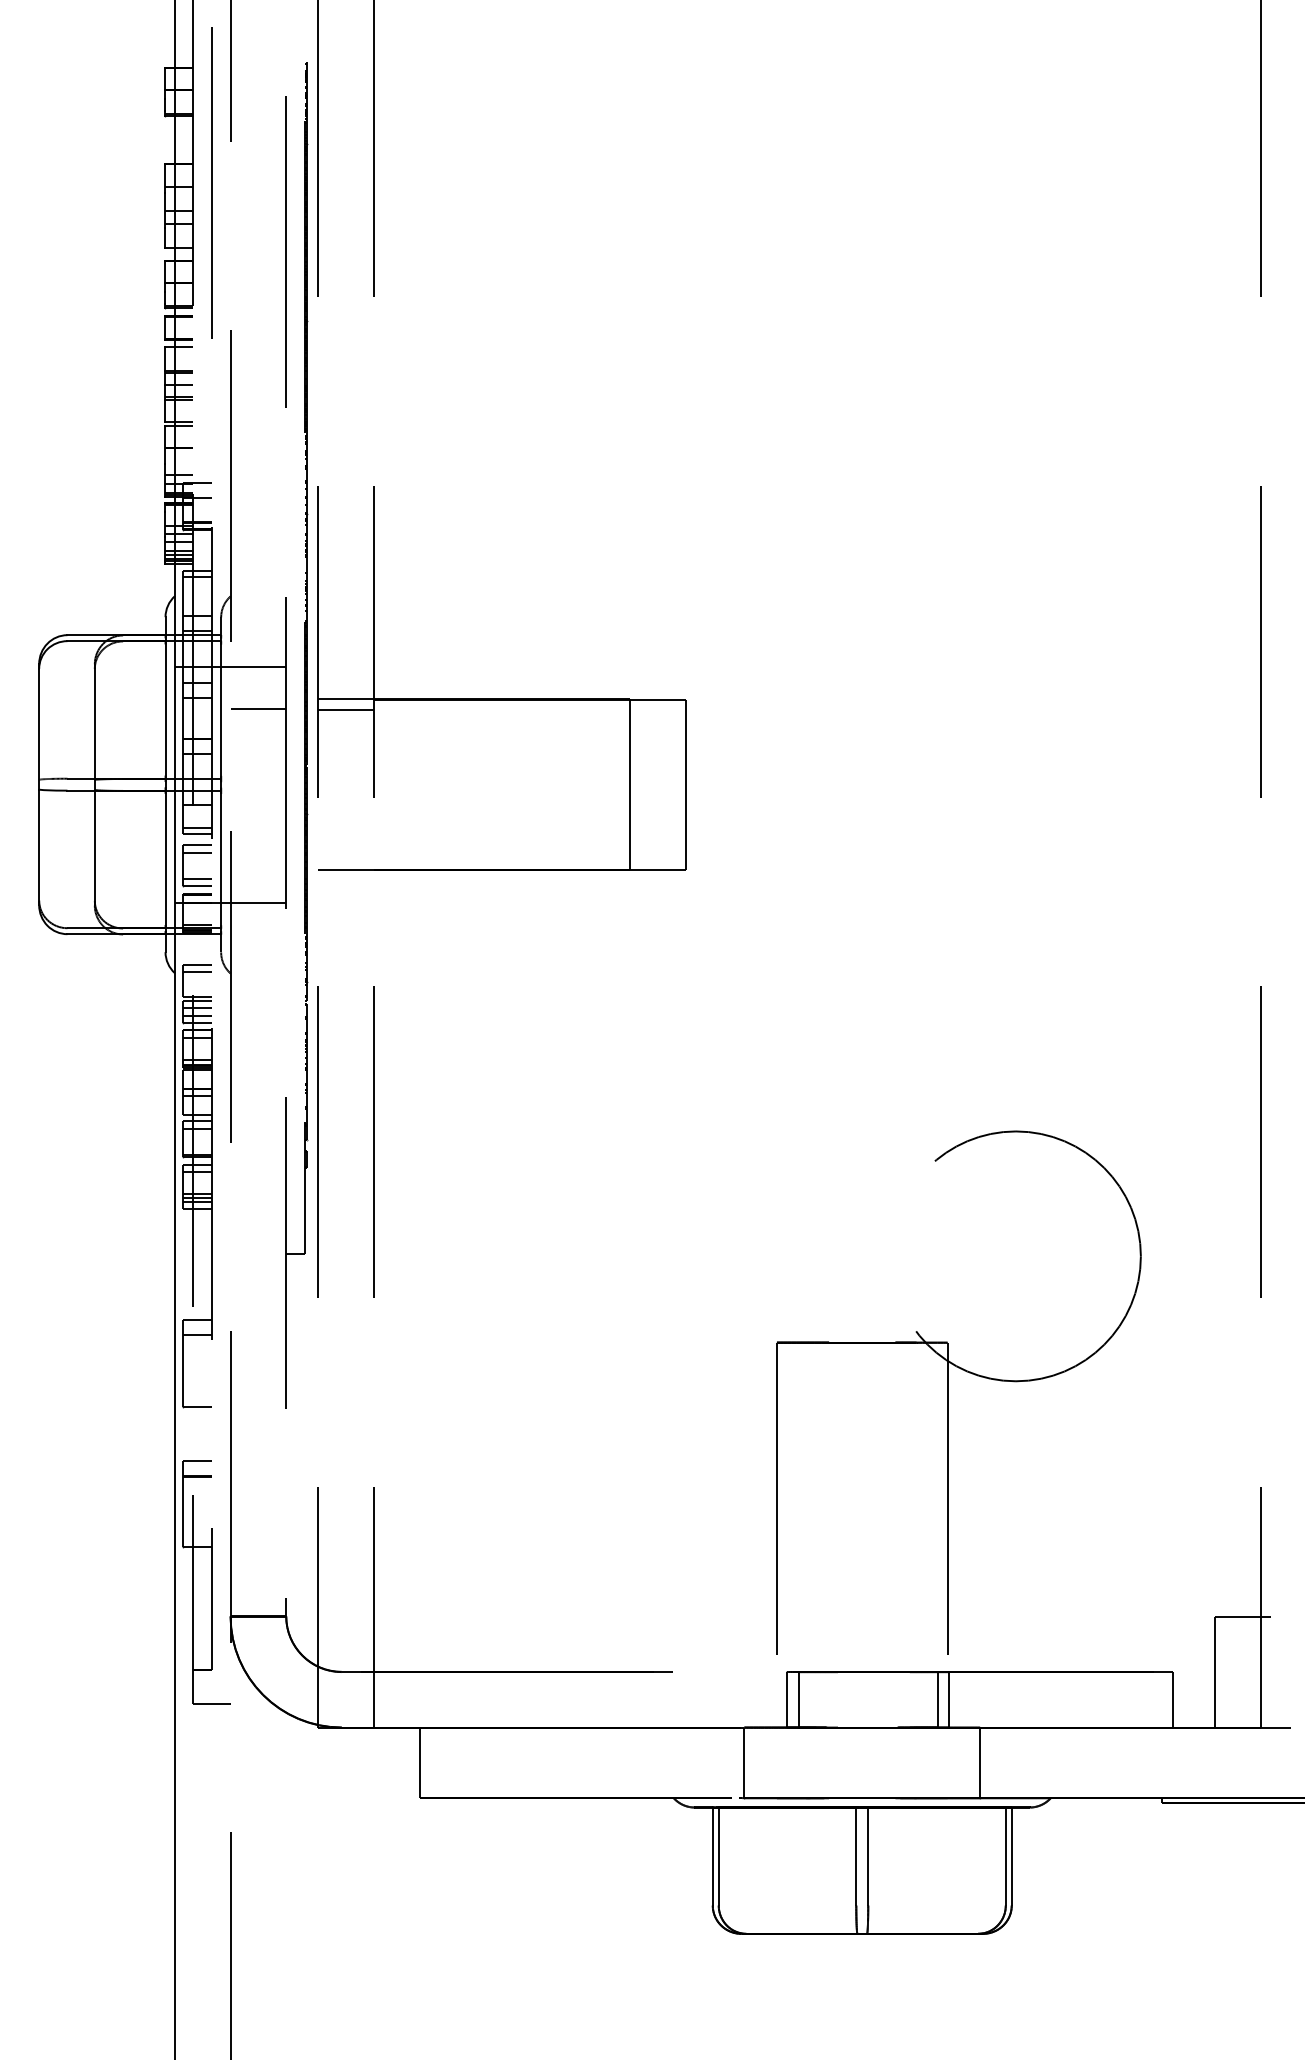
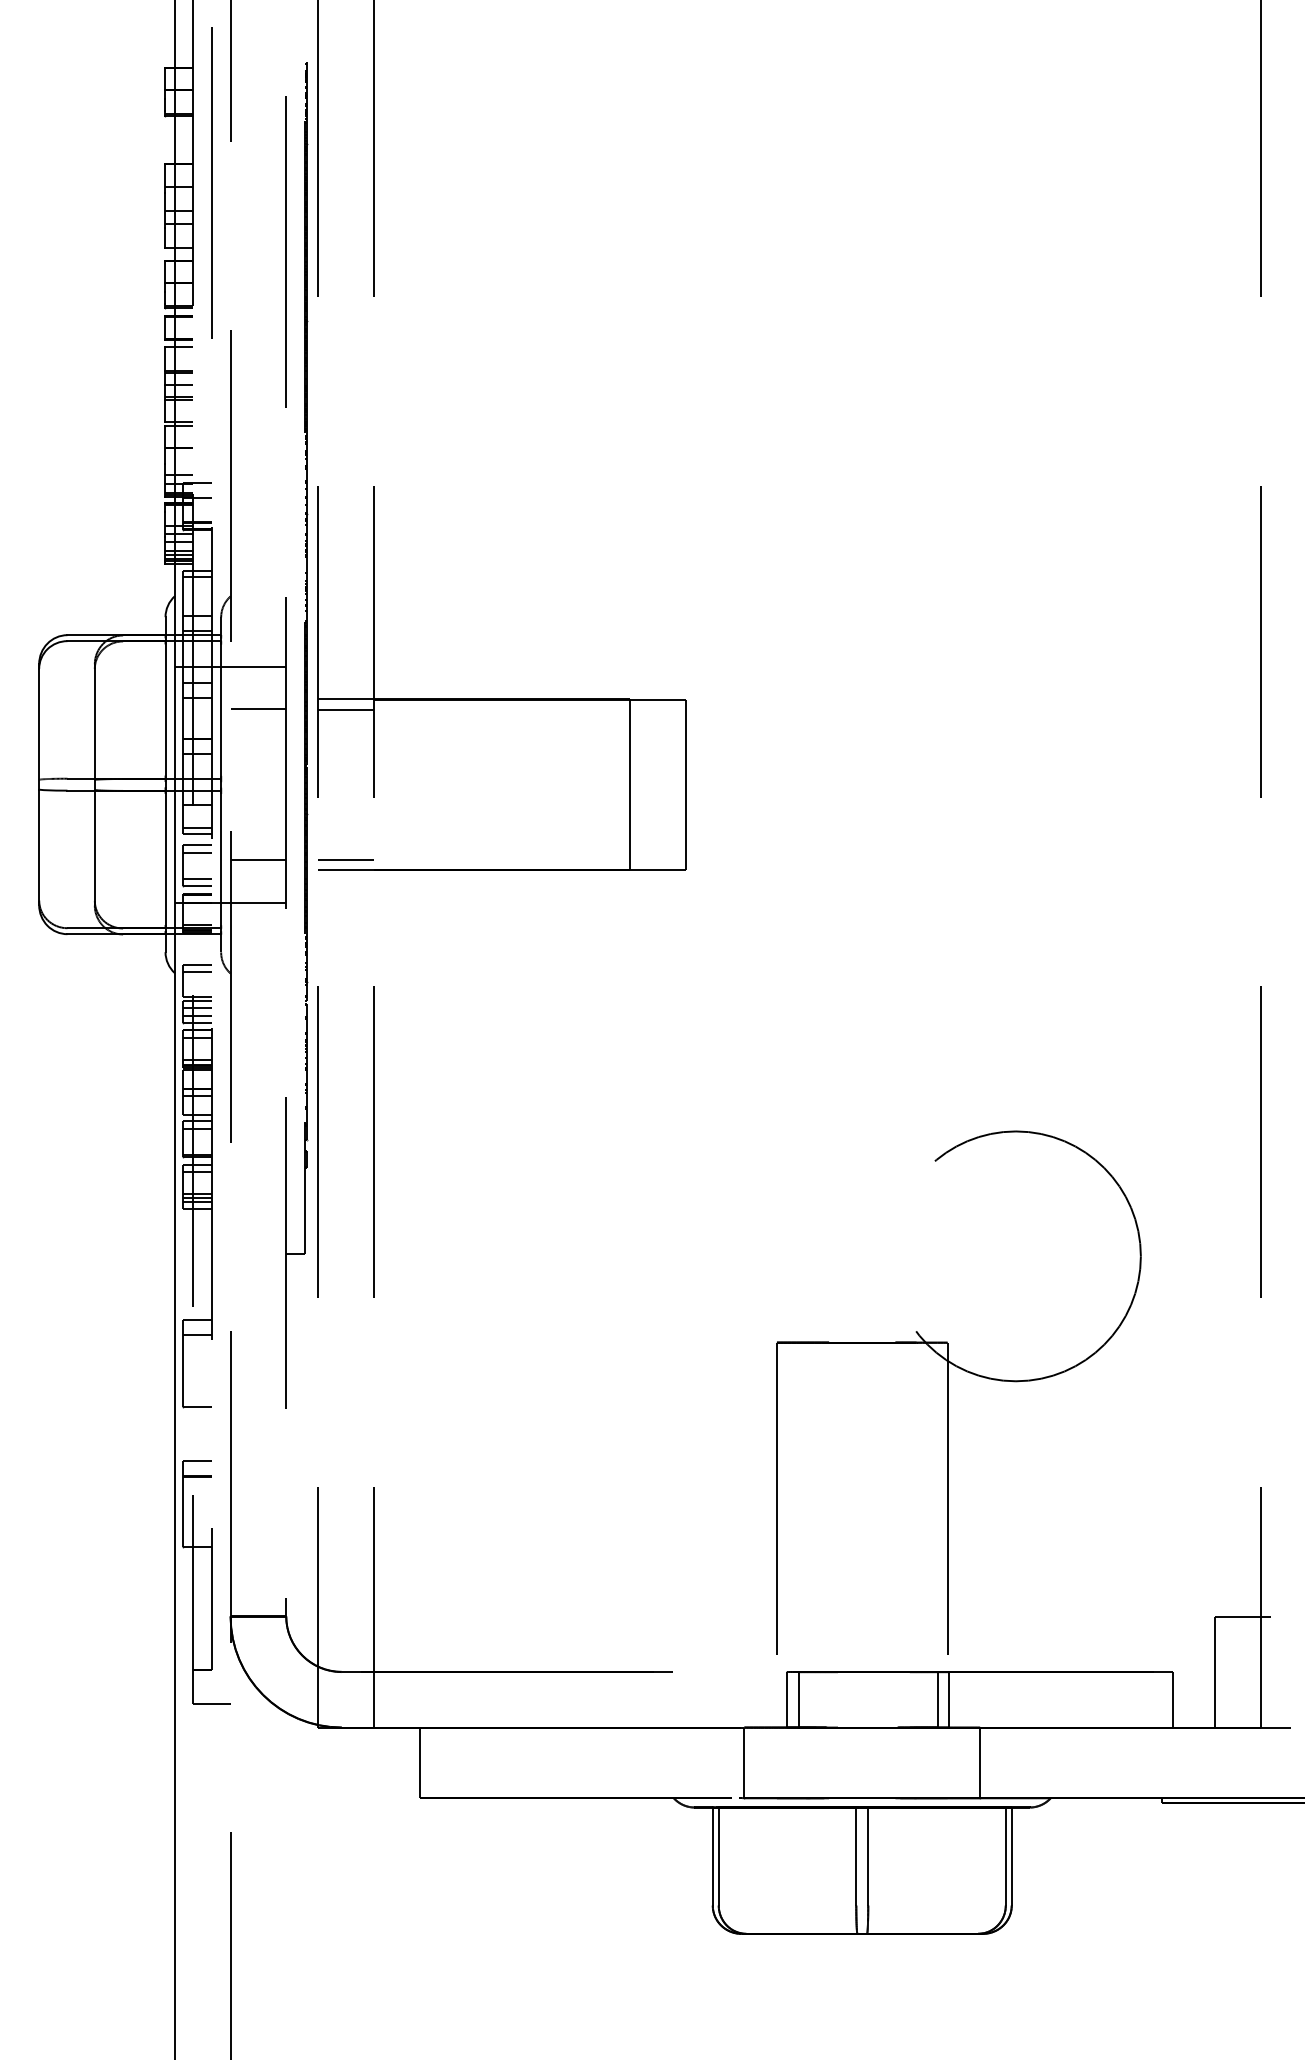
line at (345, 859): none -> present
line at (258, 860): none -> present
